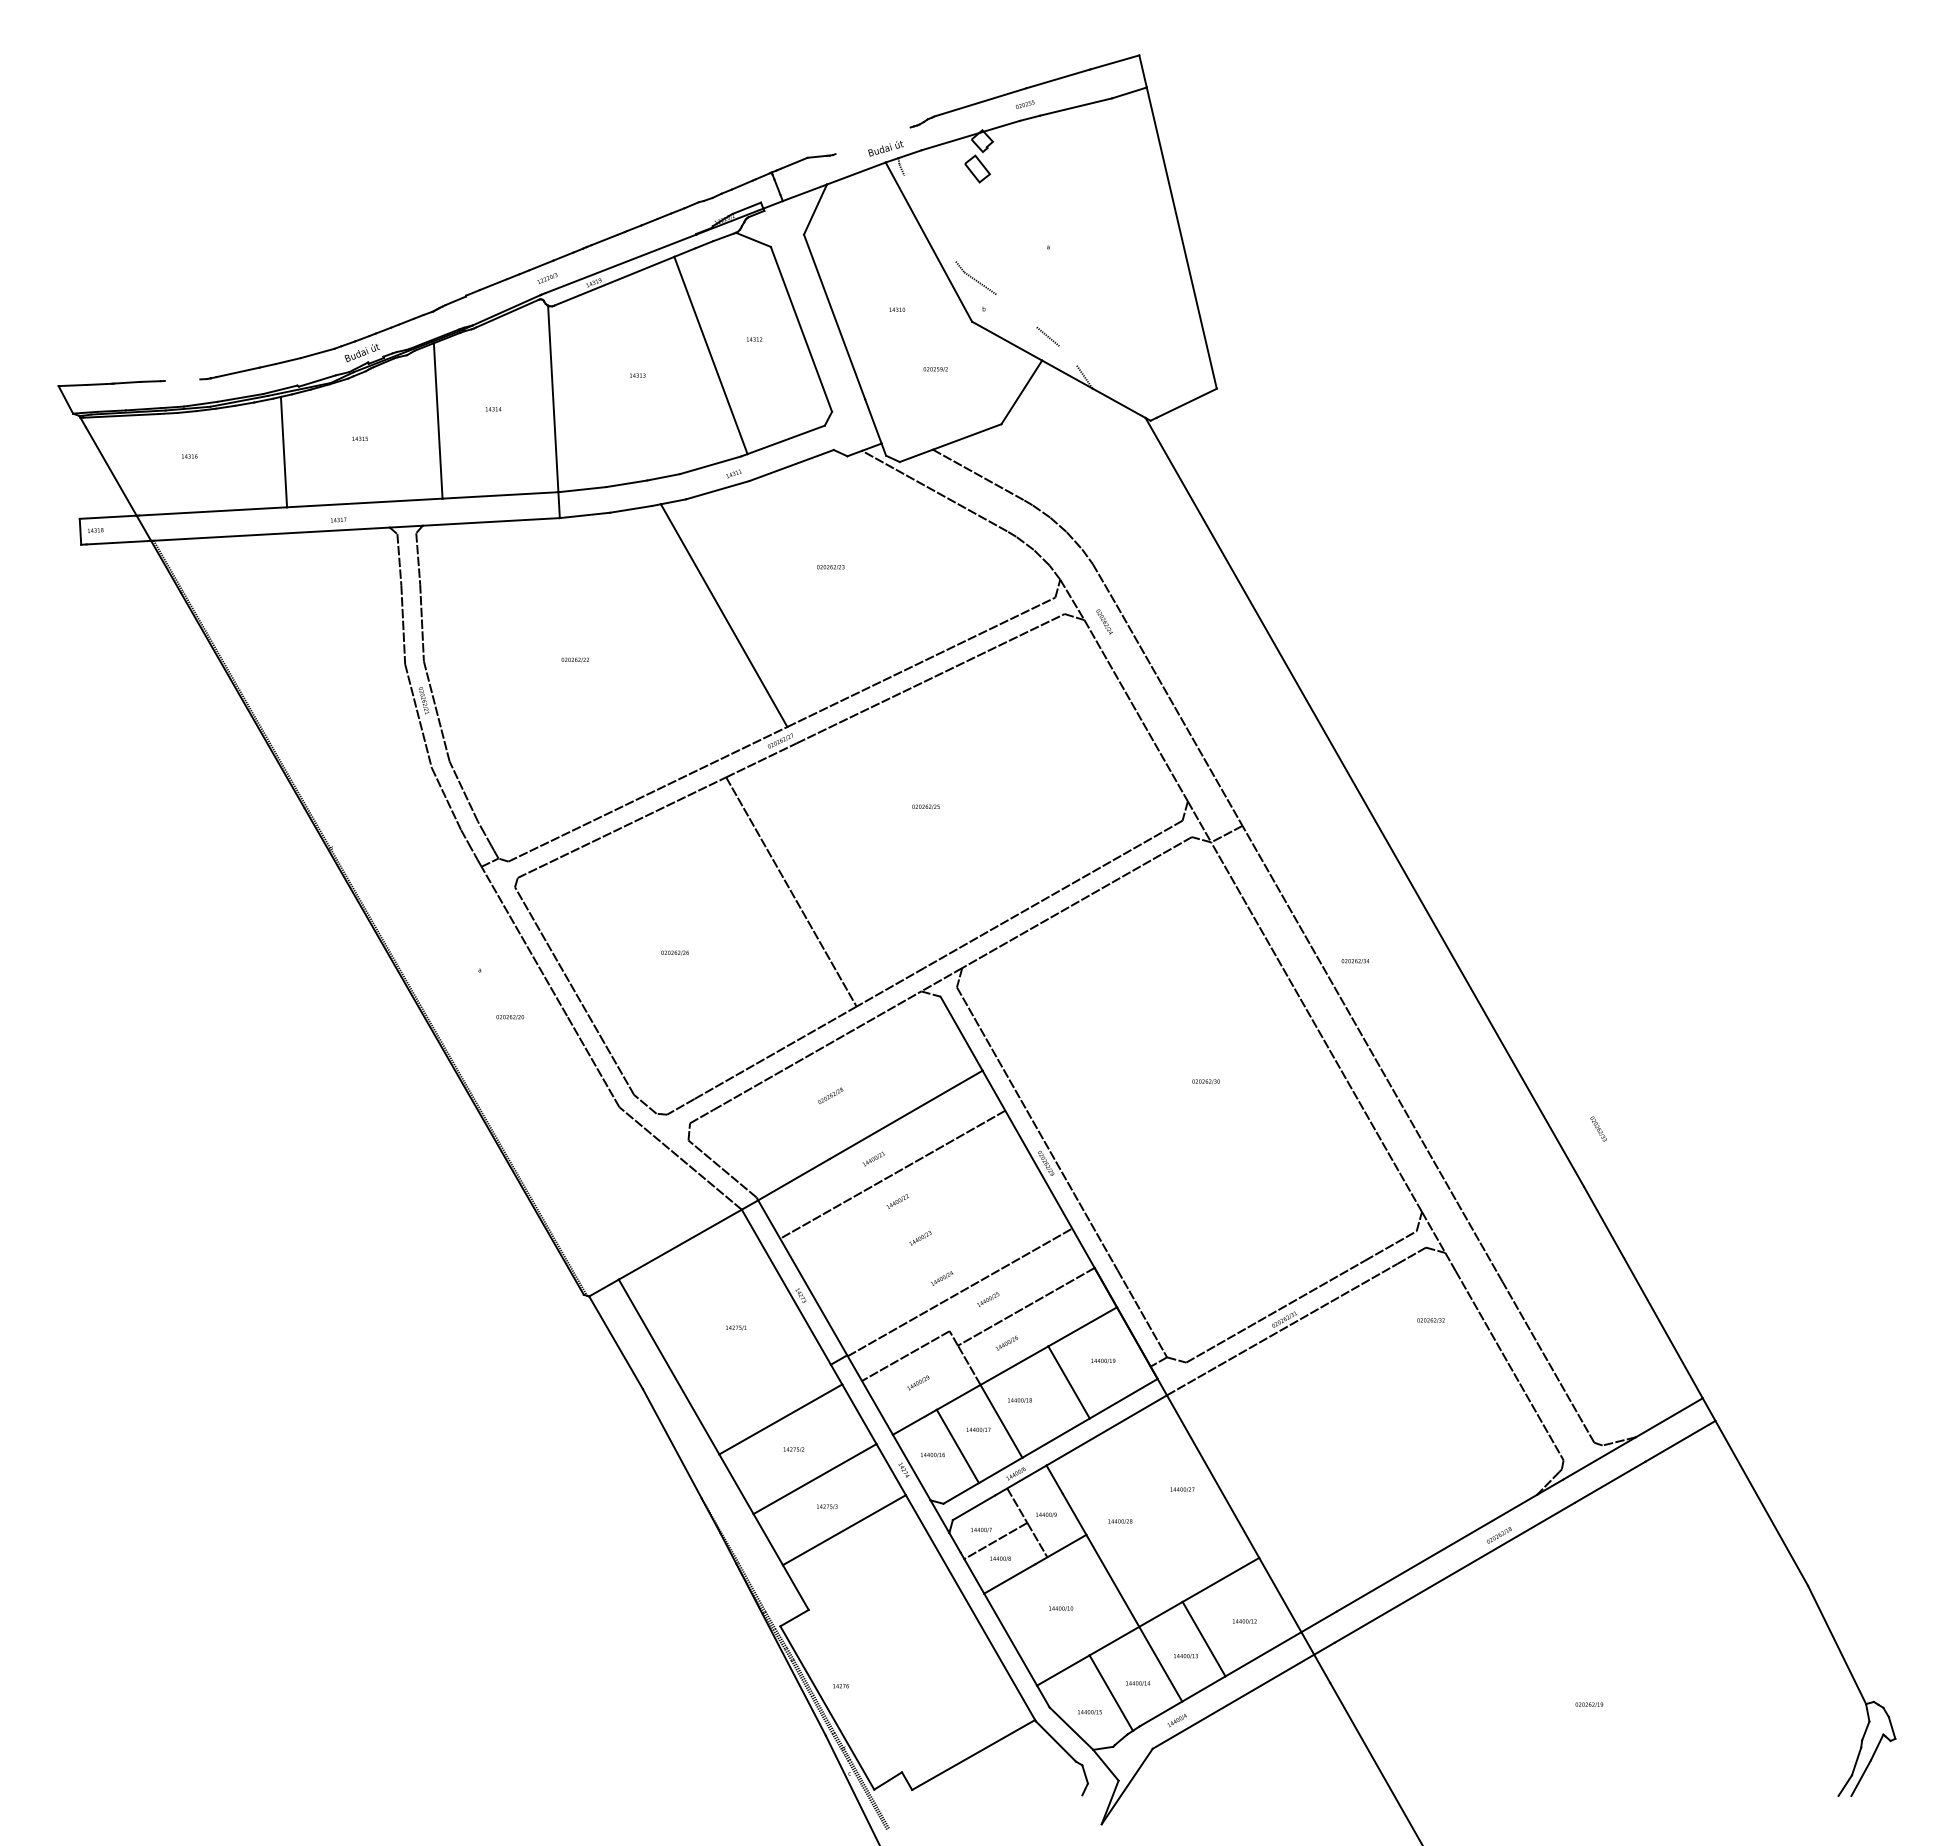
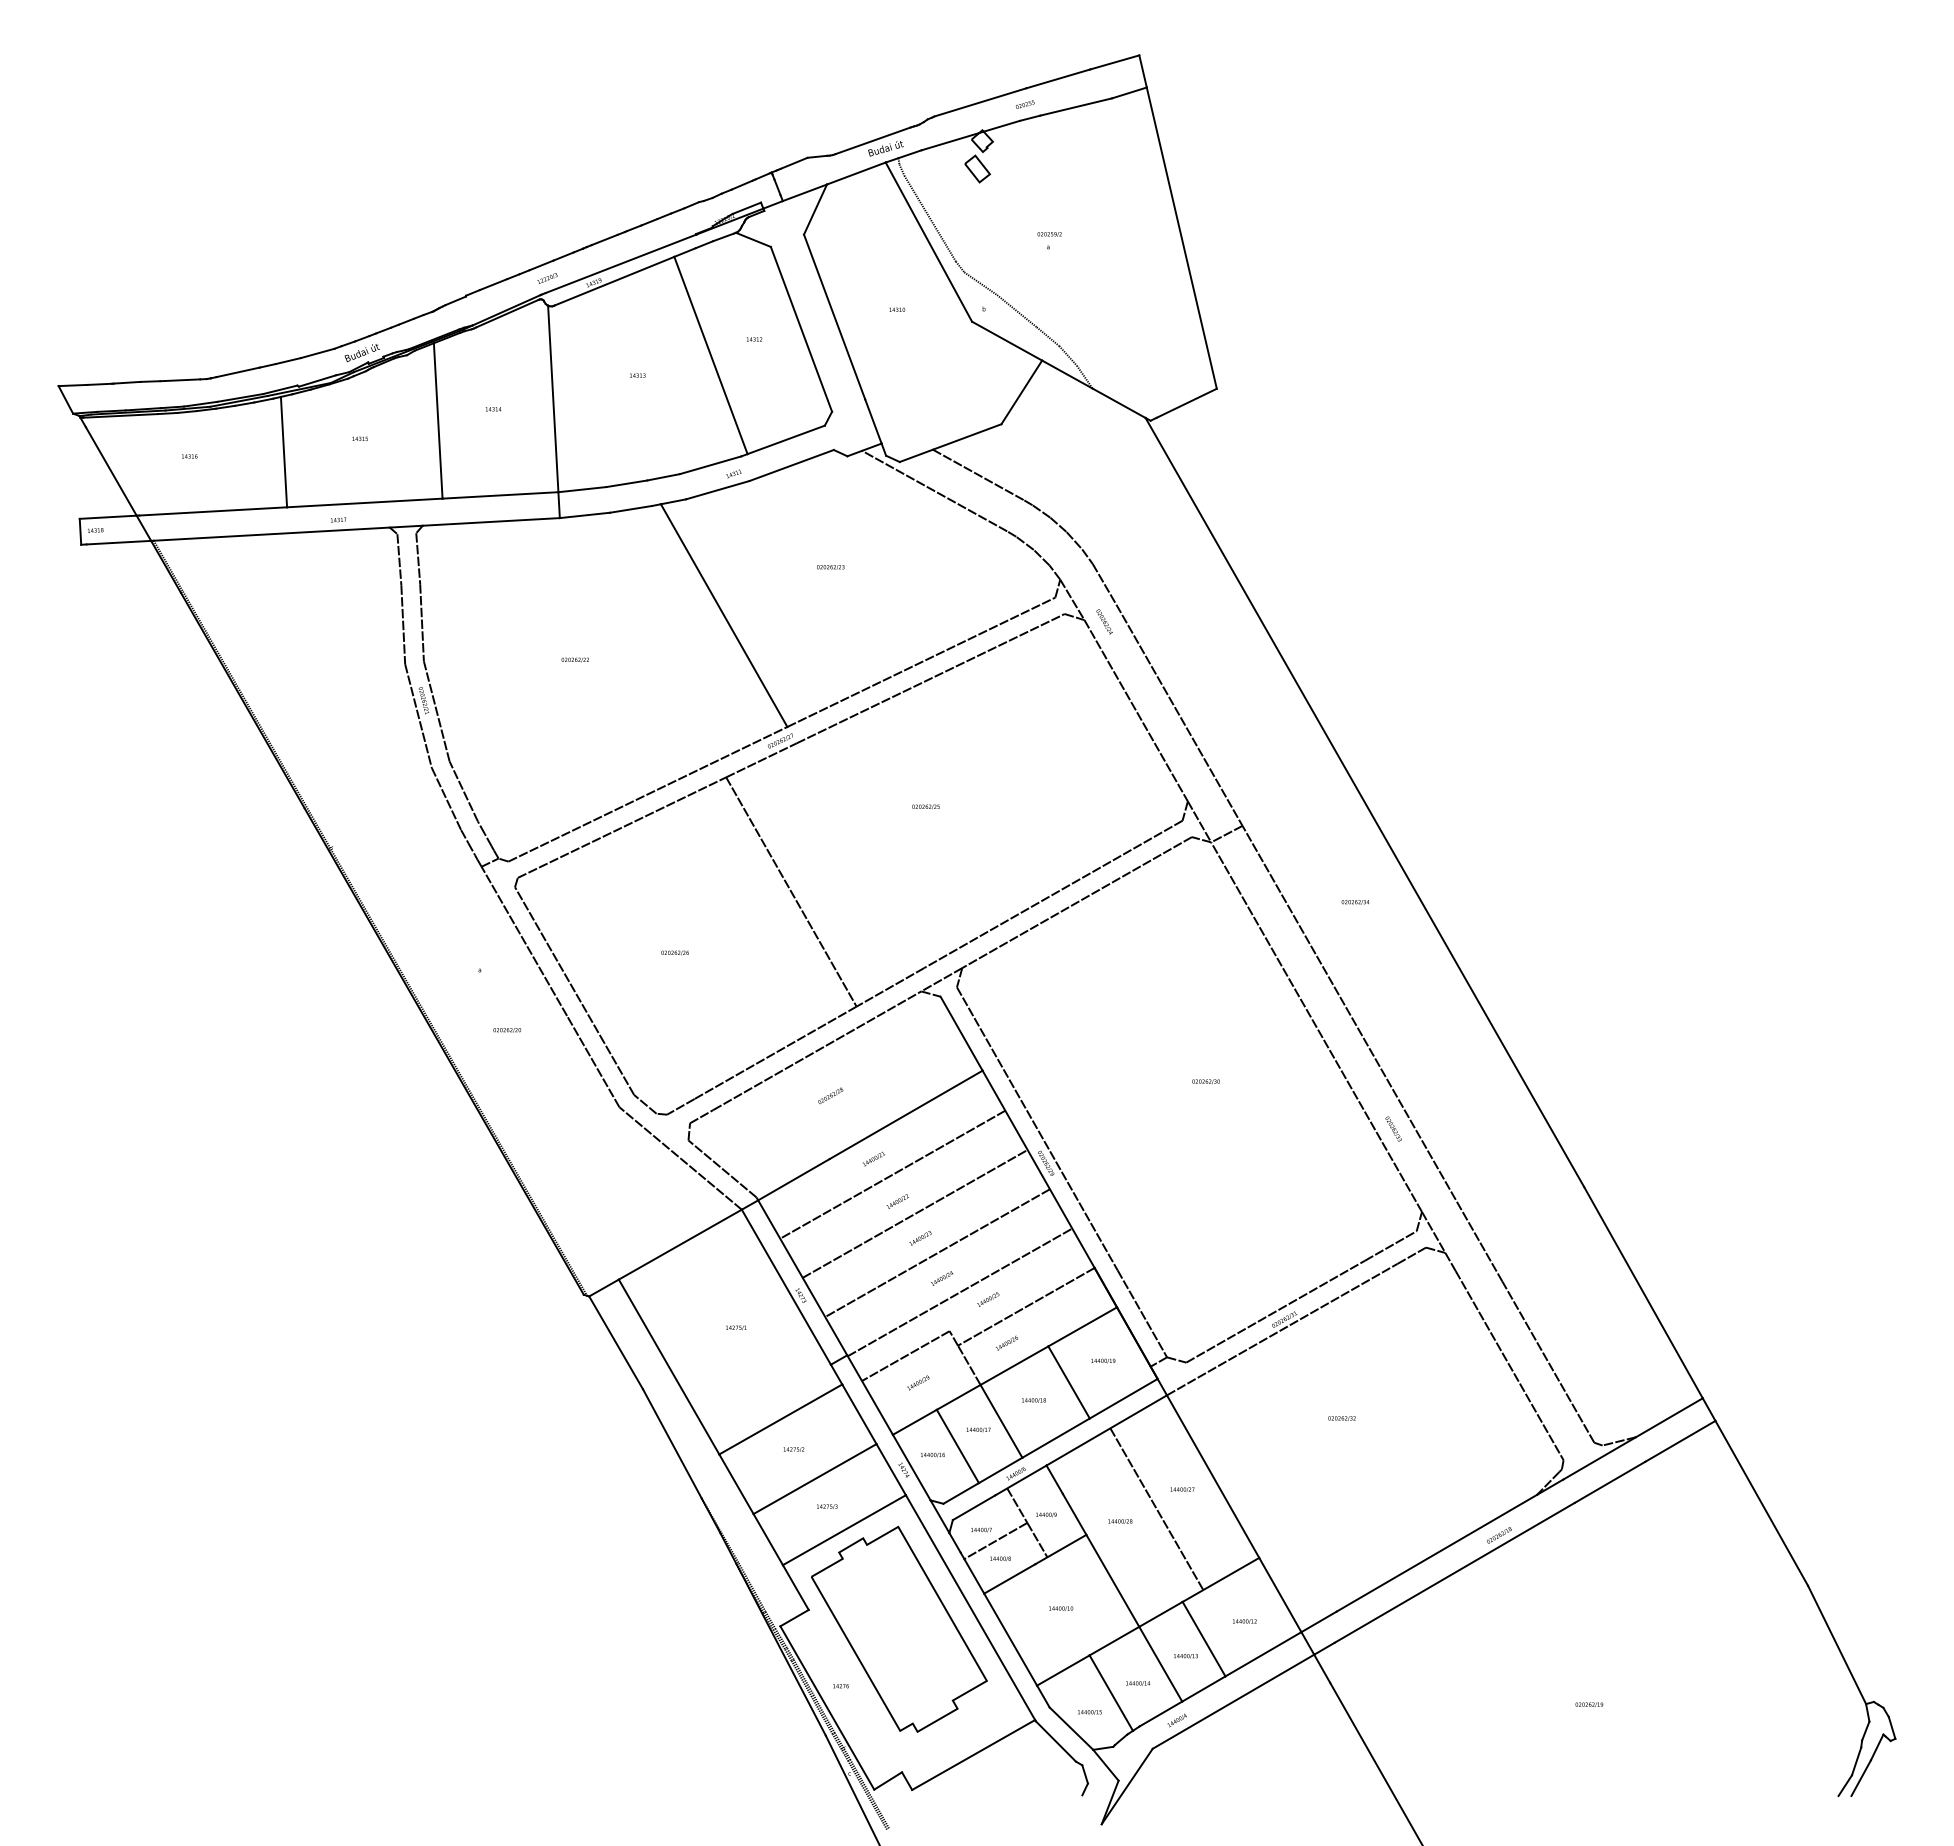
line at (872, 140): none -> present
line at (929, 218): none -> present
line at (1016, 311): none -> present
line at (1067, 355): none -> present
text at (935, 369) position: (935, 369) -> (1049, 234)
line at (182, 380): none -> present
text at (1354, 961) position: (1354, 961) -> (1354, 902)
text at (509, 1017) position: (509, 1017) -> (506, 1030)
text at (1598, 1128) position: (1598, 1128) -> (1393, 1128)
line at (914, 1213): none -> present
line at (937, 1253): none -> present
text at (1430, 1320) position: (1430, 1320) -> (1341, 1418)
text at (1019, 1400) position: (1019, 1400) -> (1033, 1400)
line at (1156, 1509): none -> present
part at (899, 1628): none -> present
